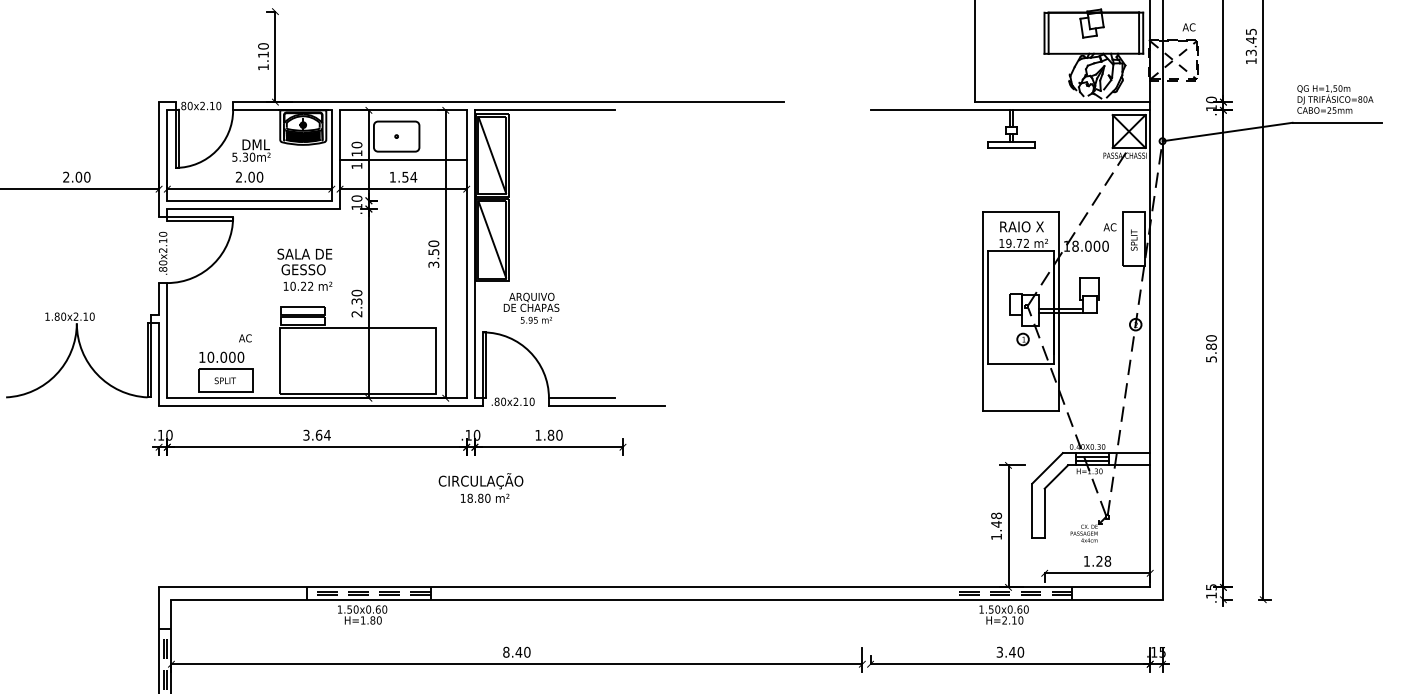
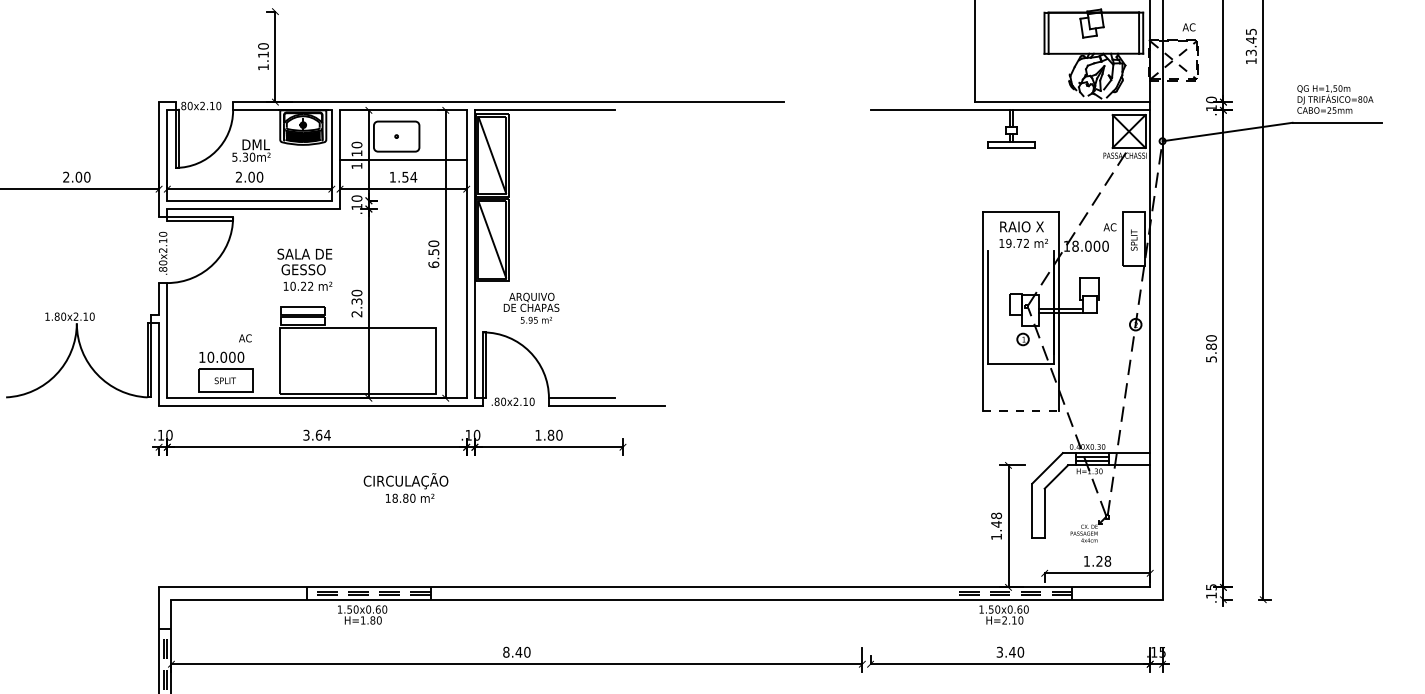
line at (1020, 250): present -> none
text at (433, 264): 3.50 -> 6.50
line at (1020, 411): solid -> dashed
text at (480, 487) position: (480, 487) -> (405, 487)
